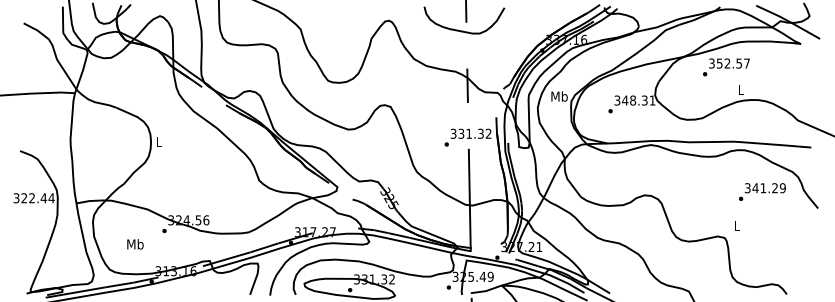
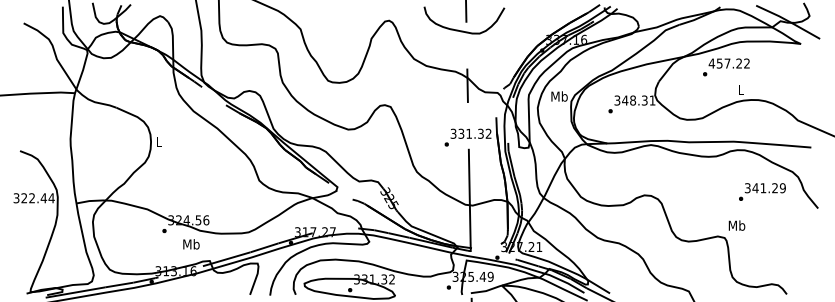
text at (728, 63): 352.57 -> 457.22
text at (736, 225): L -> Mb
text at (135, 244) position: (135, 244) -> (191, 244)
